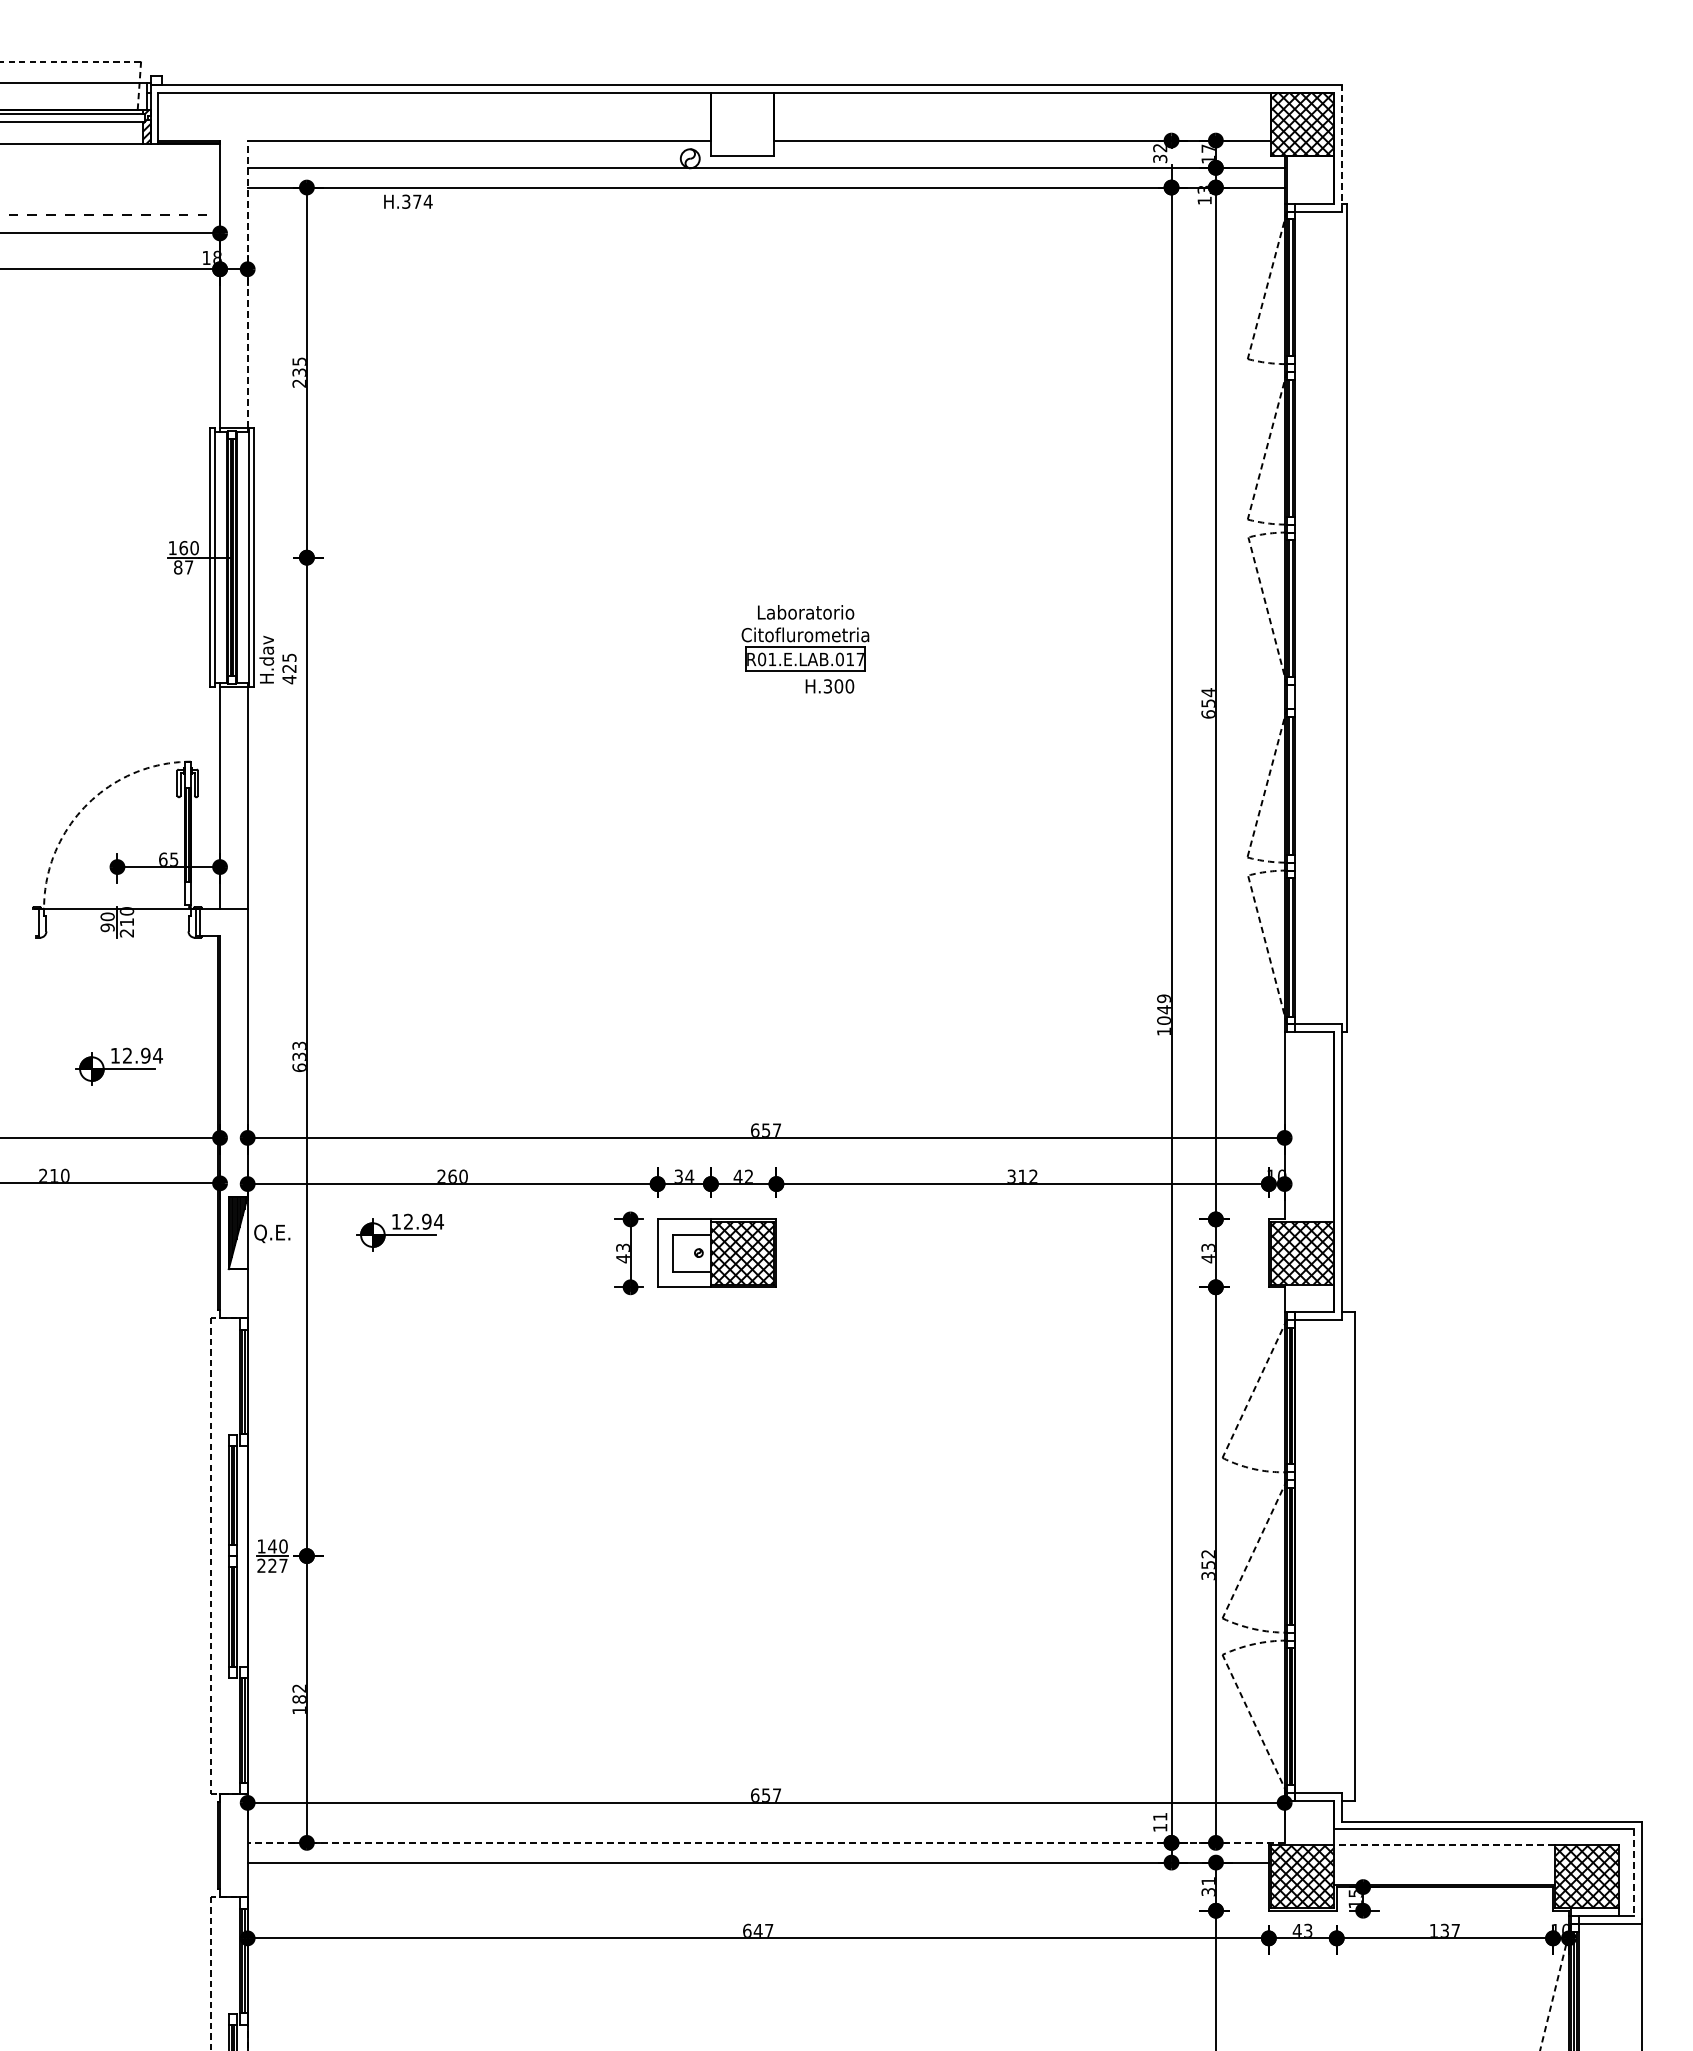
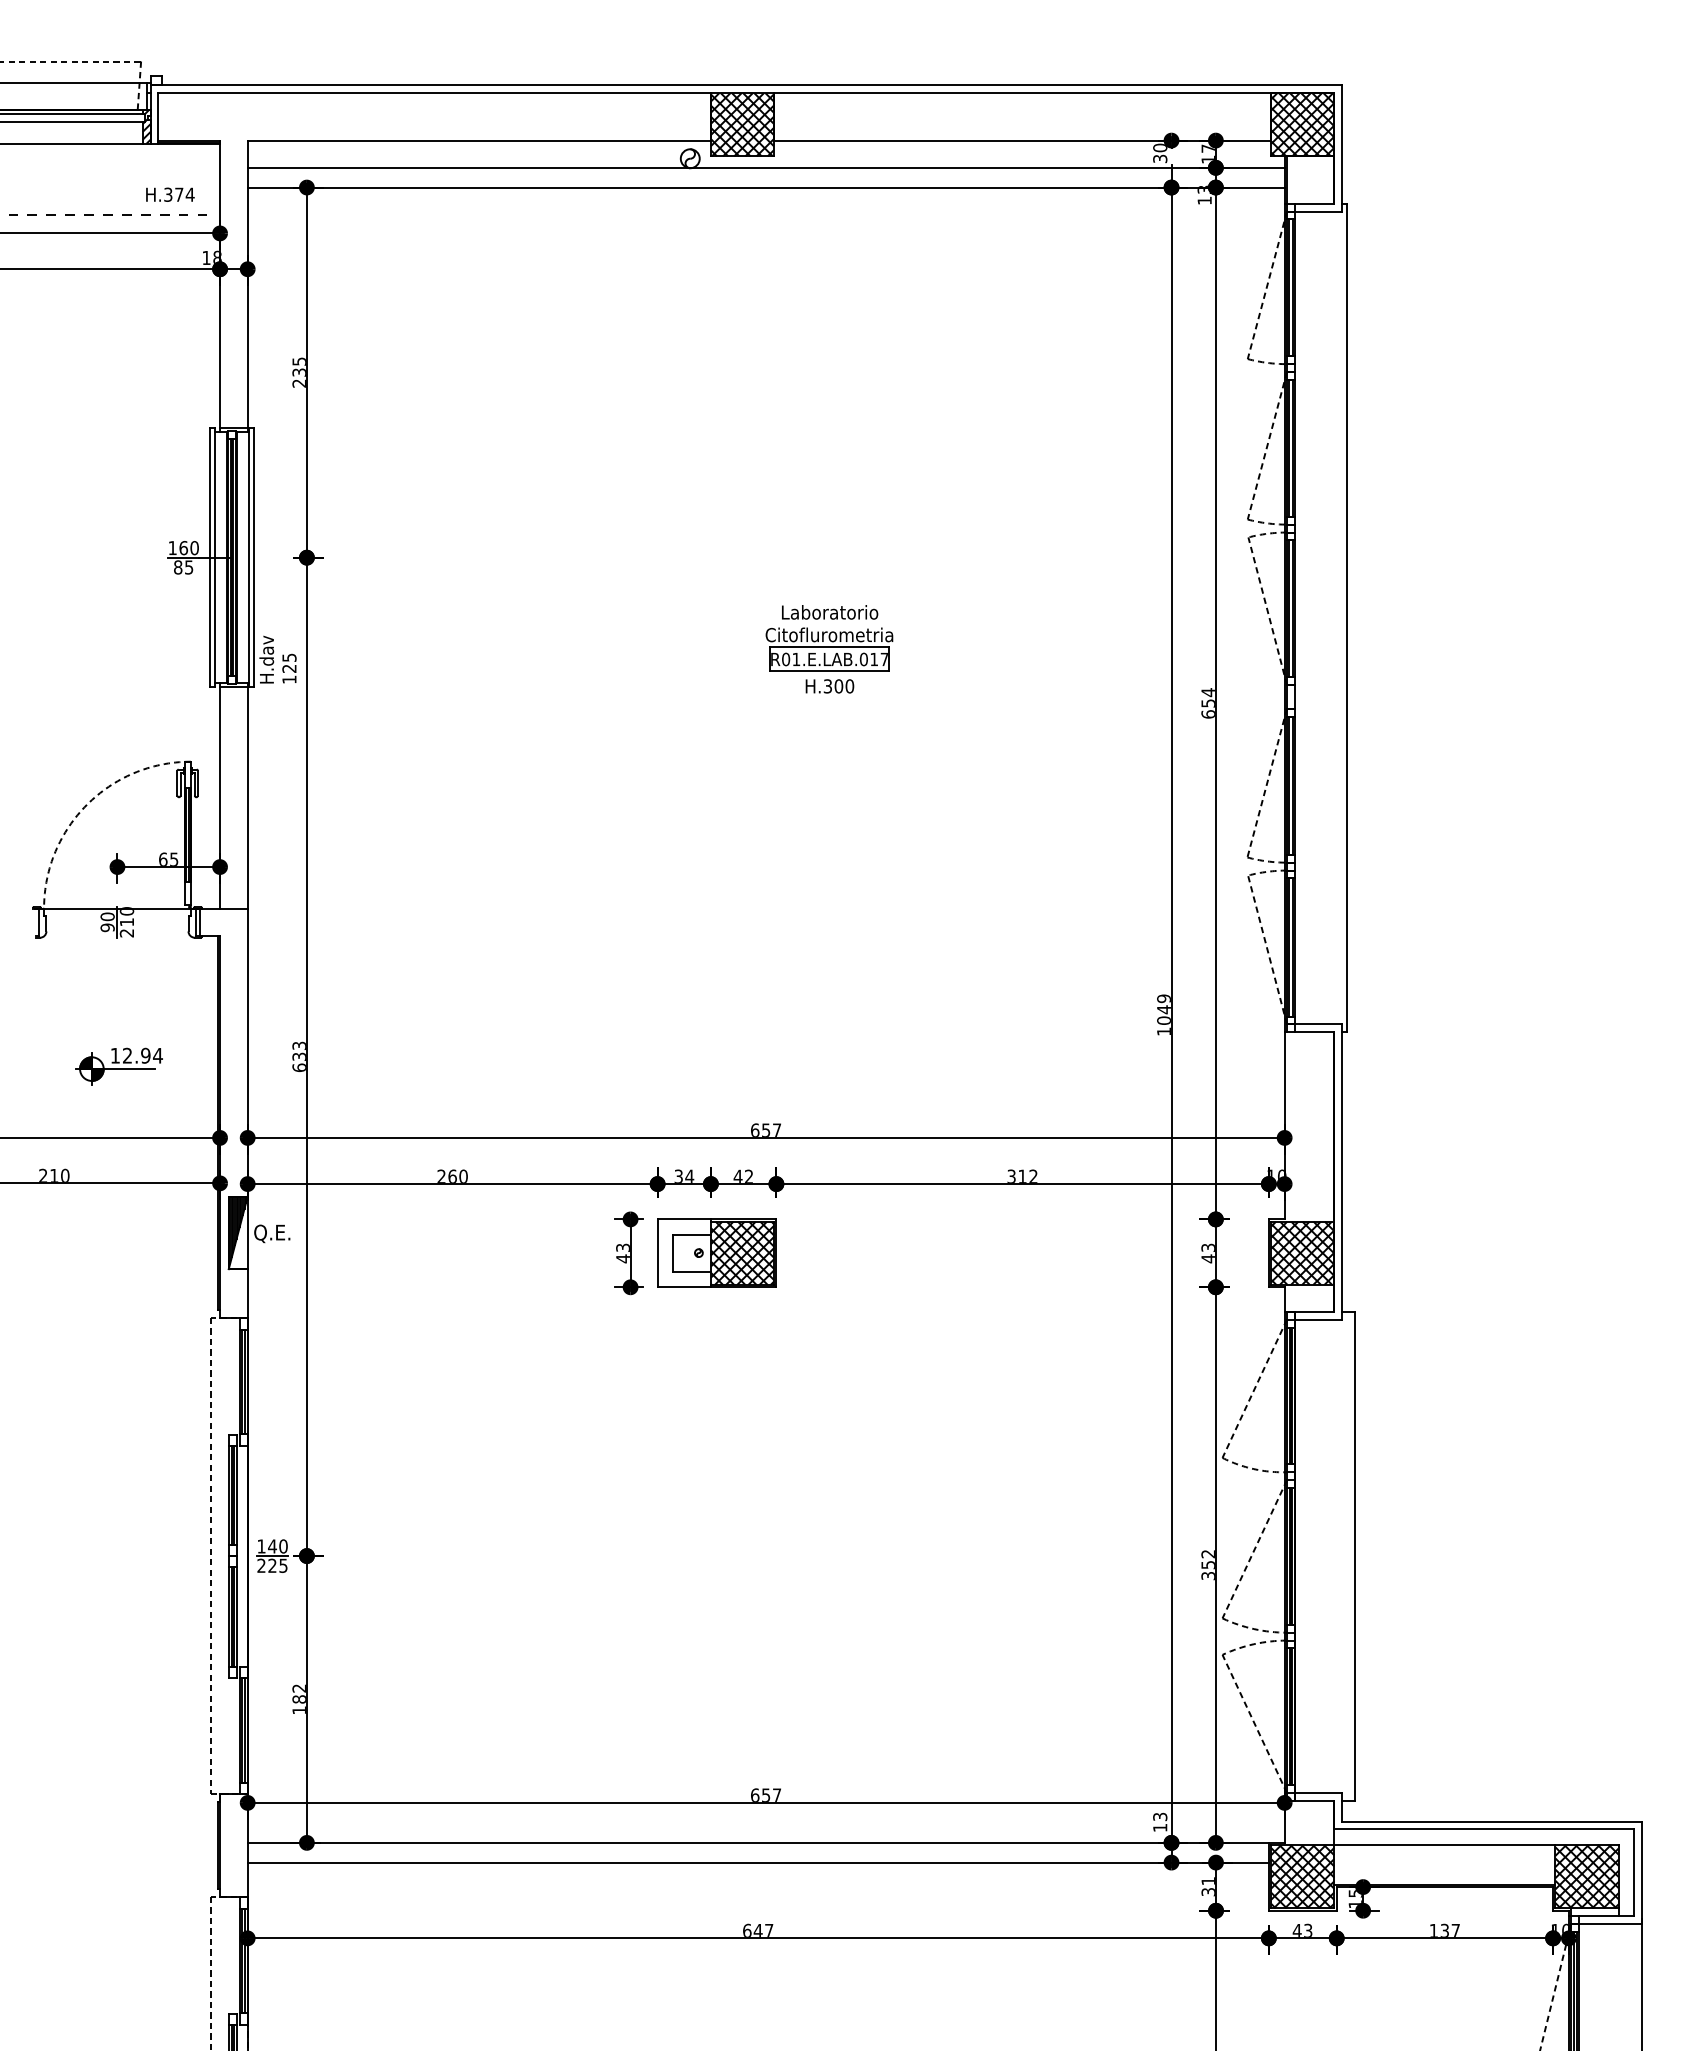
hatch at (742, 124): none -> present
text at (1160, 147): 32 -> 30
line at (1342, 147): dashed -> solid
text at (408, 201) position: (408, 201) -> (170, 194)
line at (247, 284): dashed -> solid
text at (189, 567): 87 -> 85
part at (805, 638) position: (805, 638) -> (829, 638)
text at (289, 679): 425 -> 125
part at (399, 1232): present -> none
text at (283, 1565): 227 -> 225
text at (1160, 1816): 11 -> 13
line at (765, 1842): dashed -> solid
line at (1444, 1845): dashed -> solid
line at (1634, 1873): dashed -> solid
